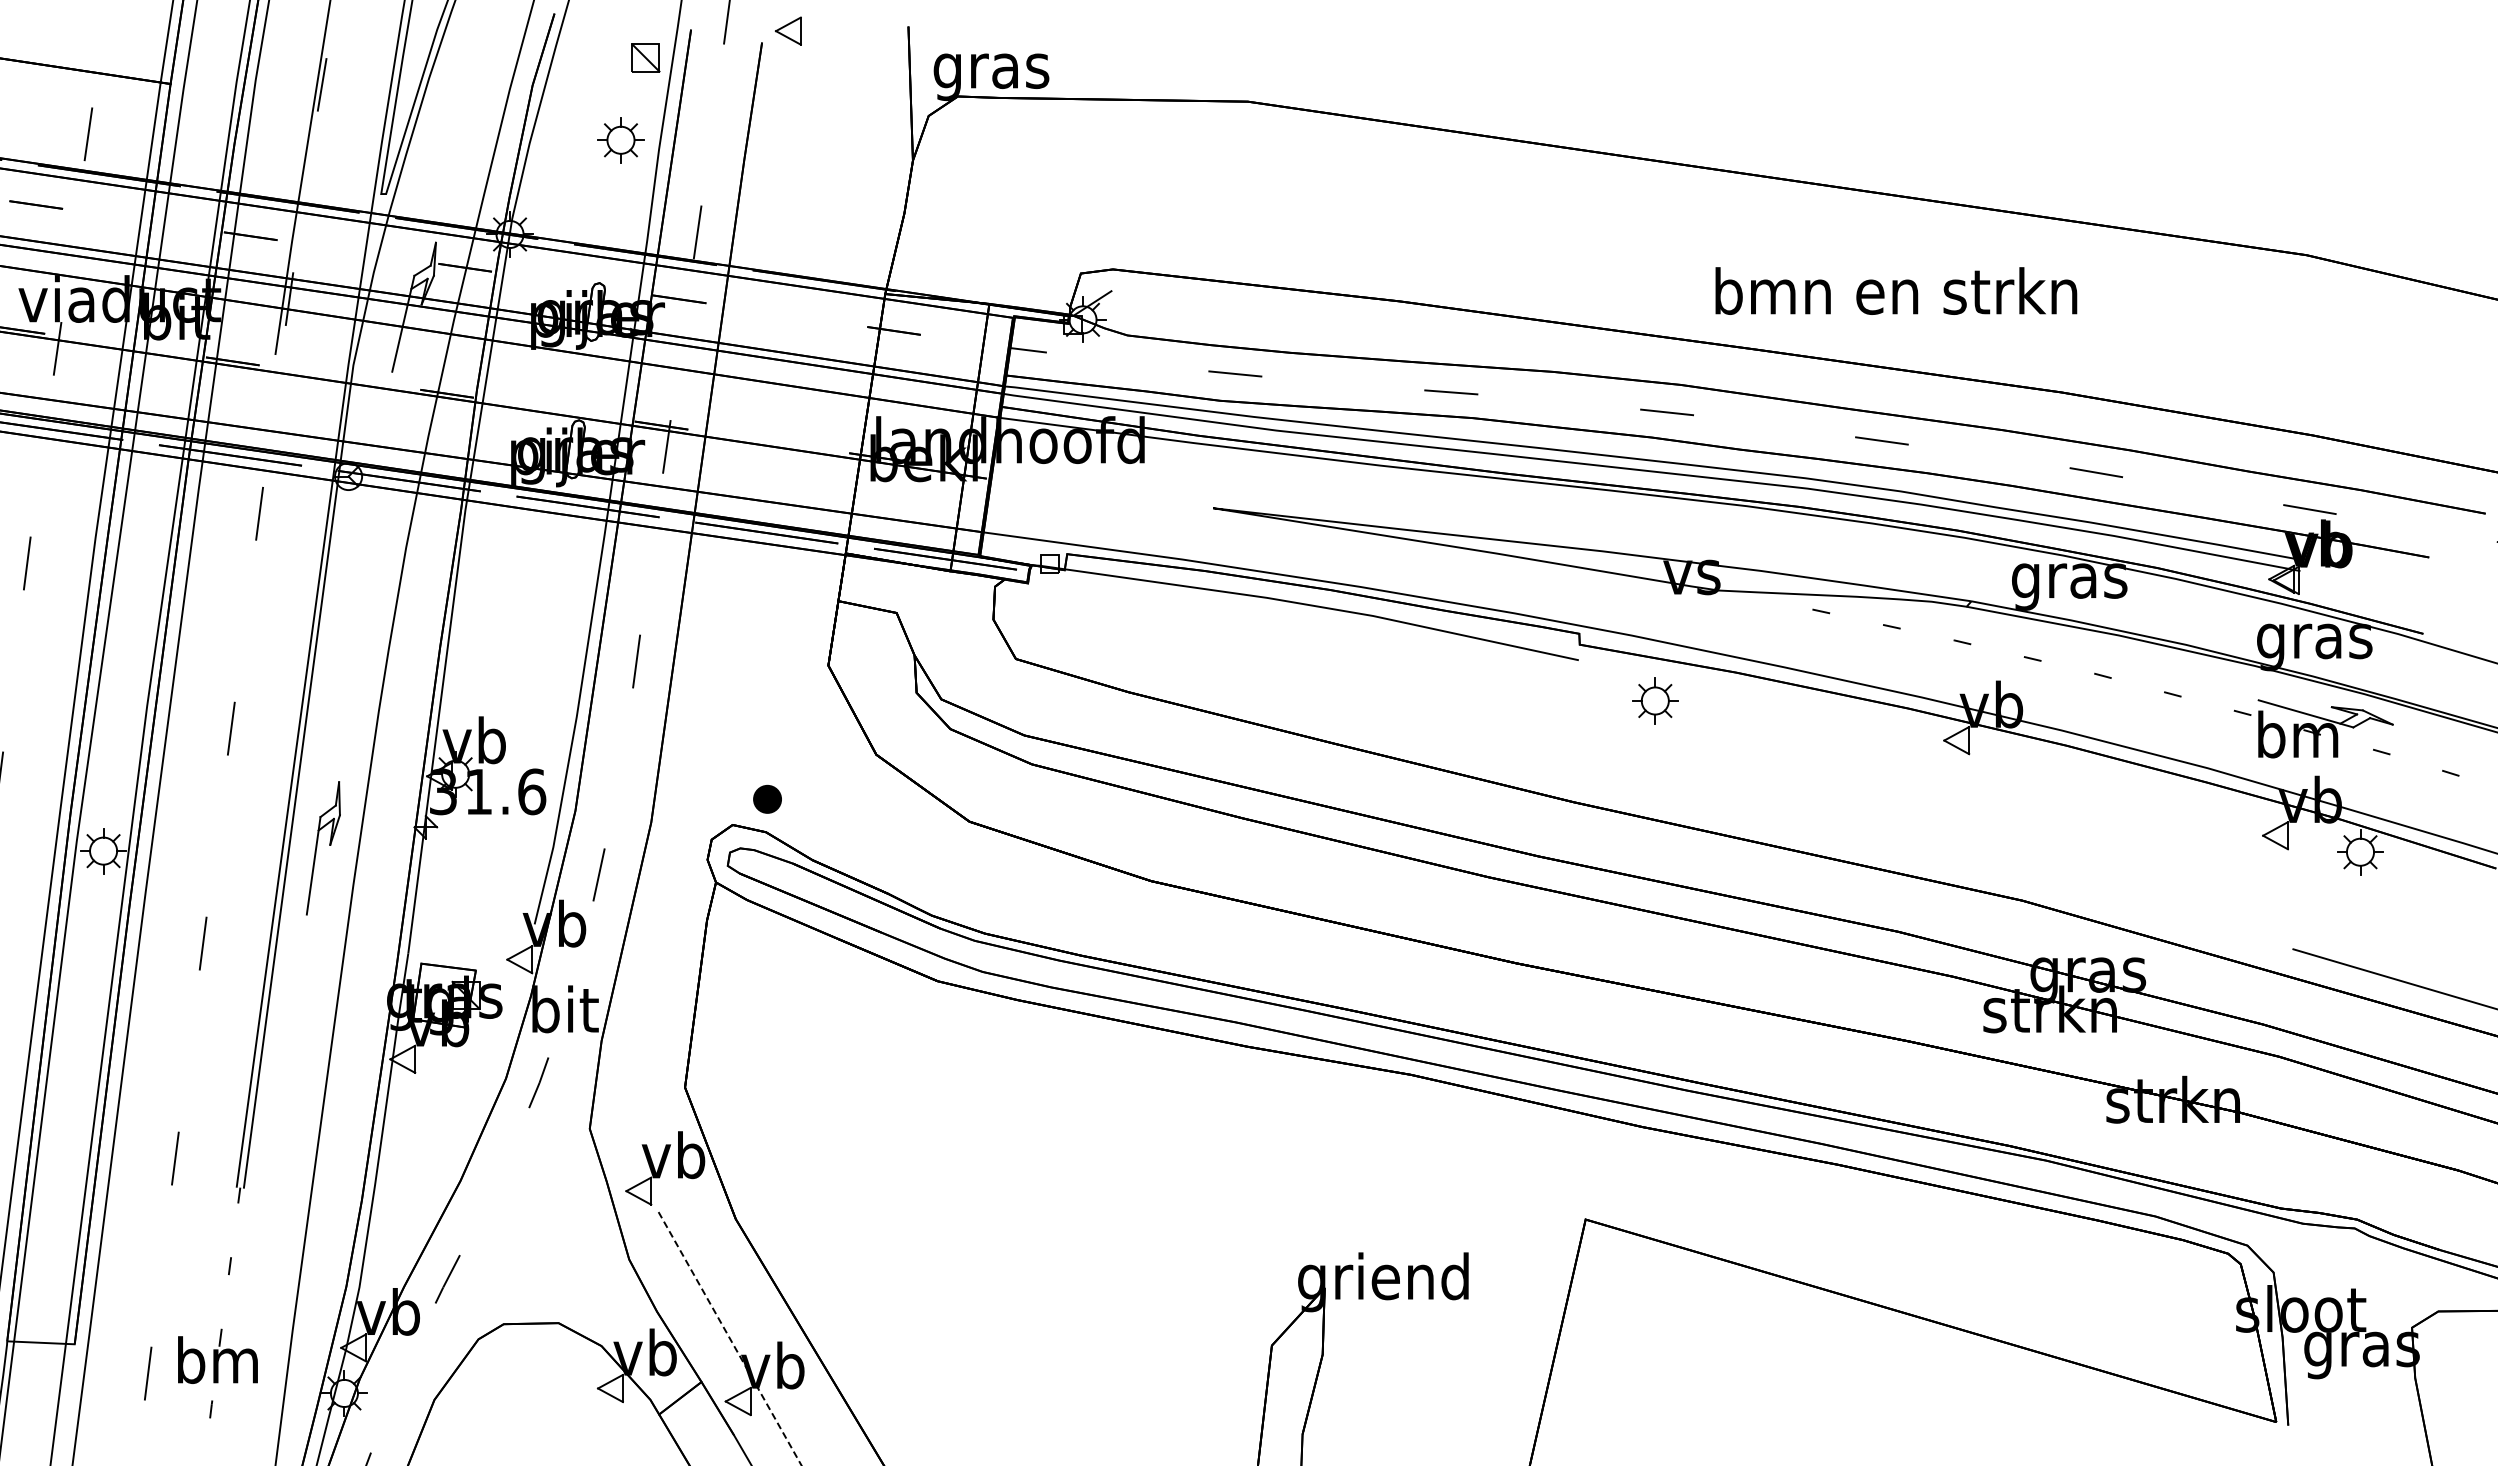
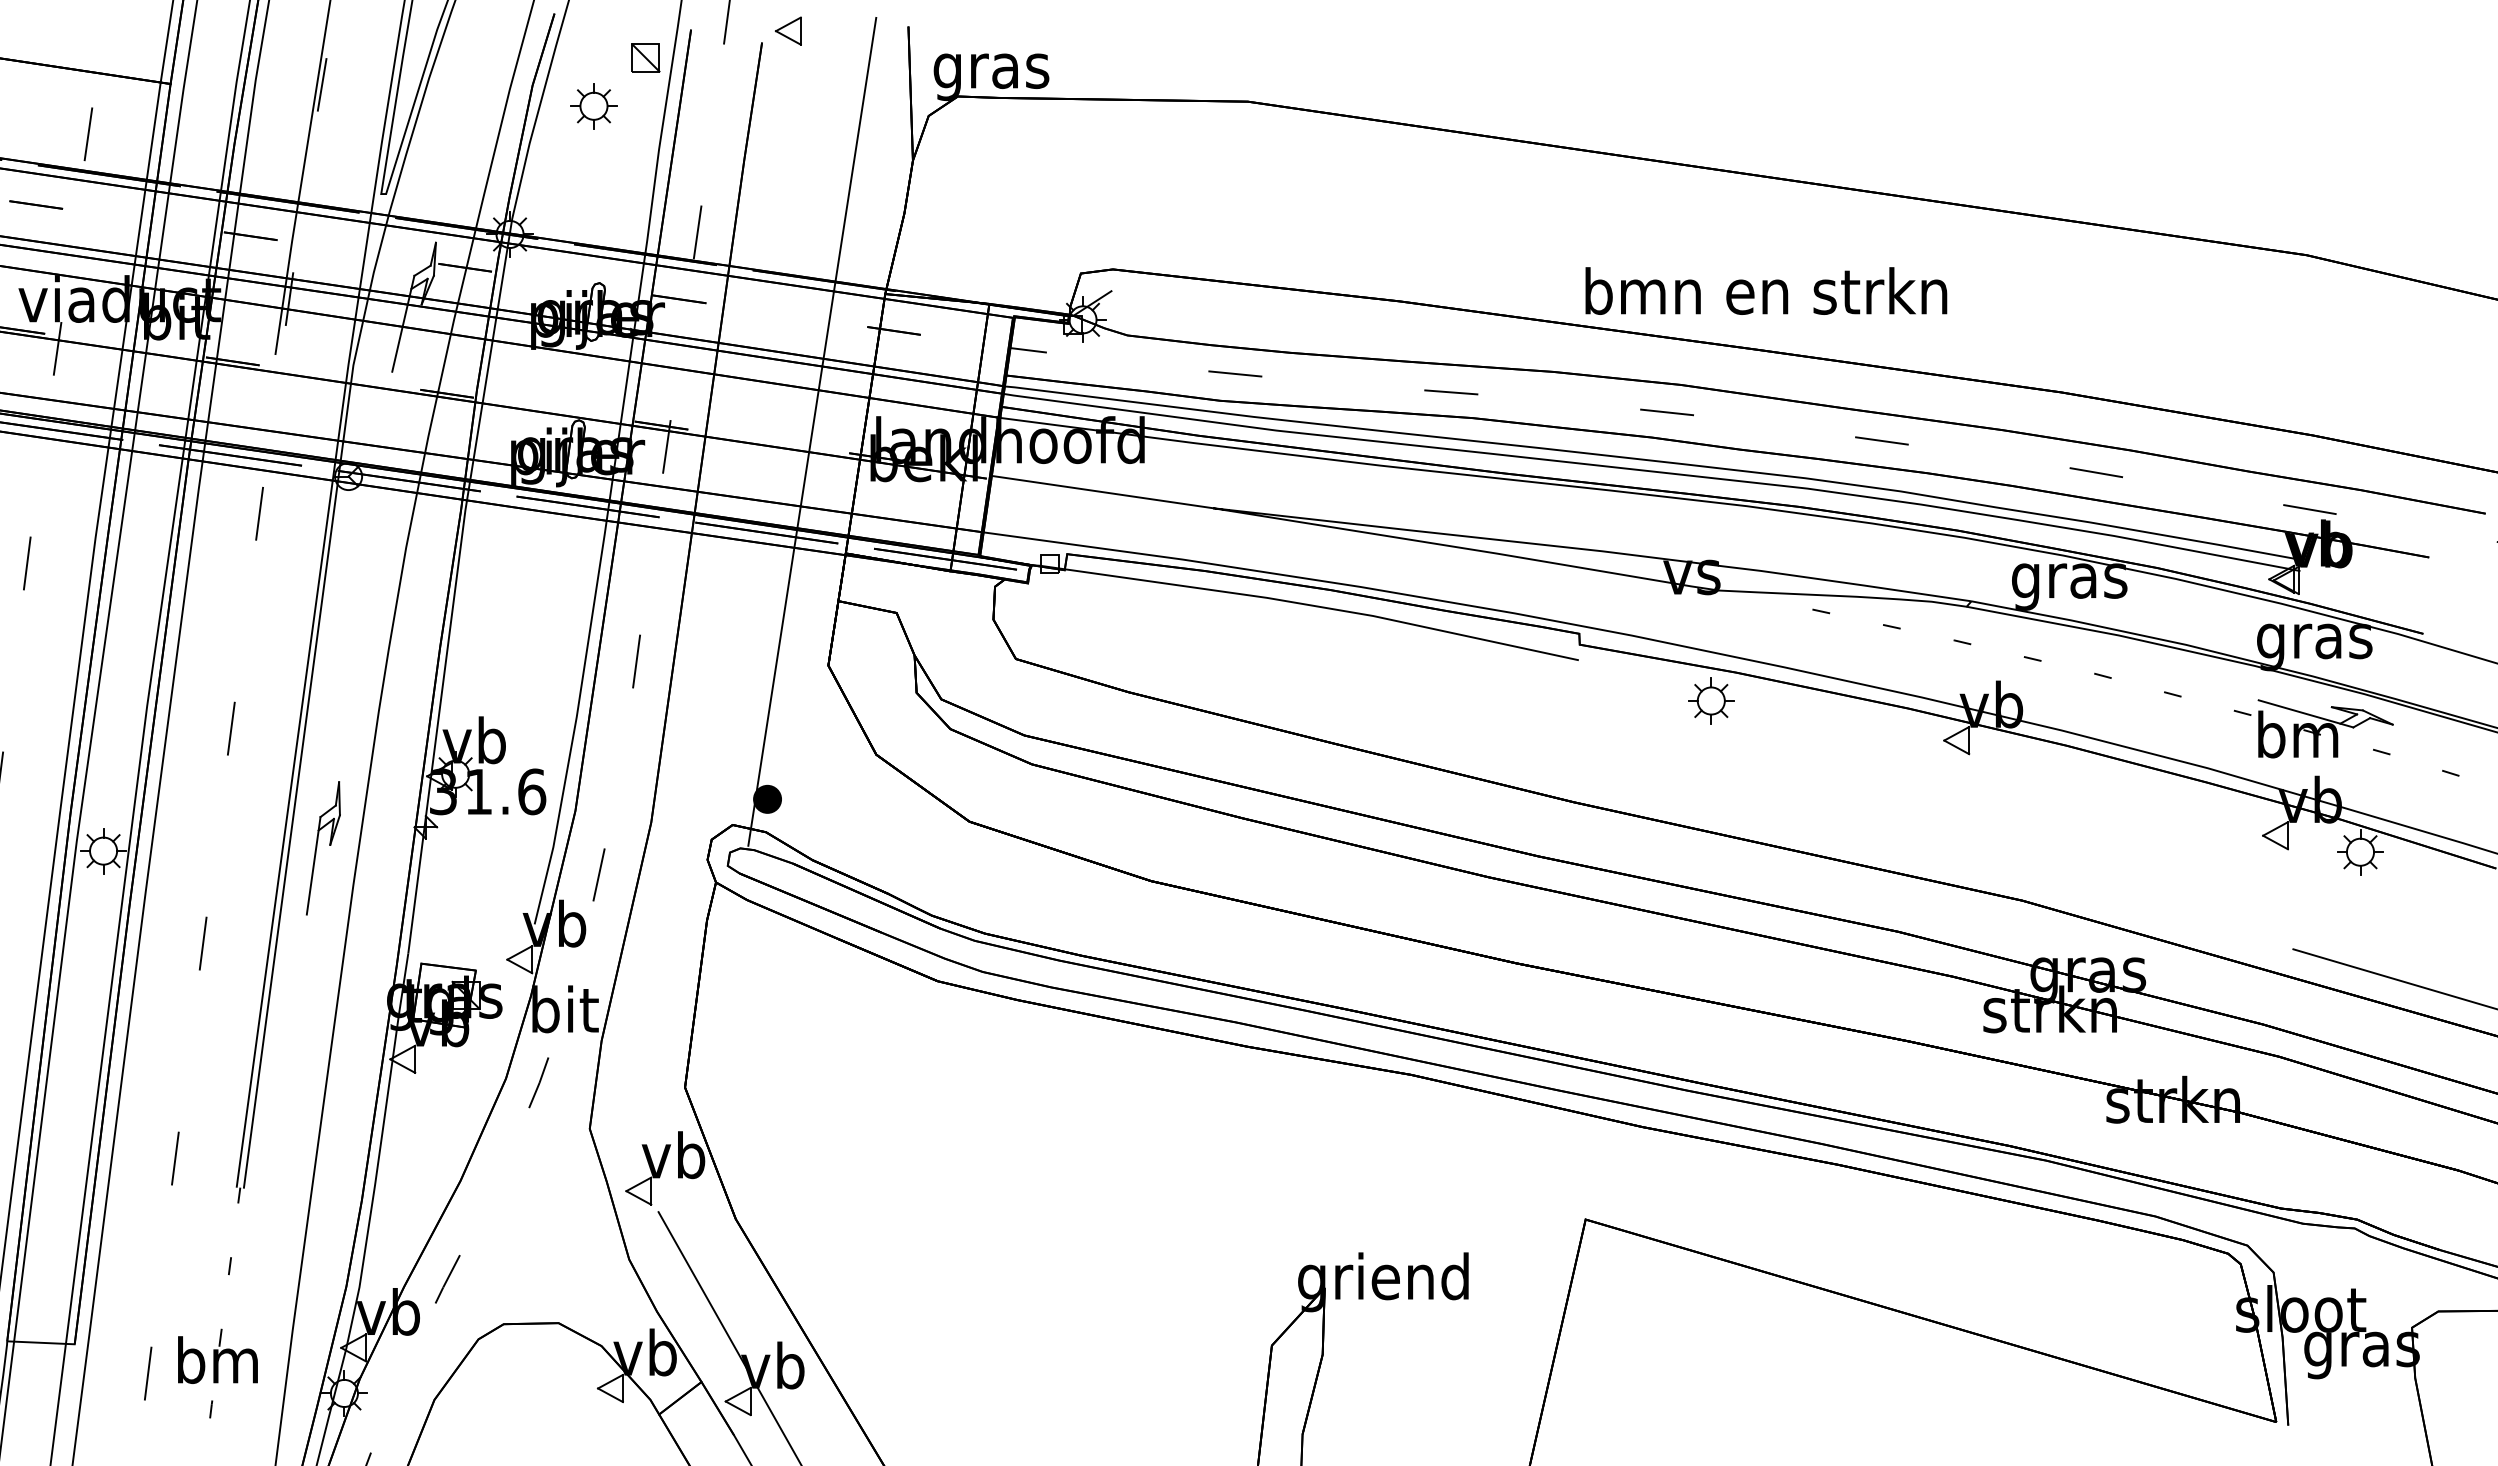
part at (620, 140) position: (620, 140) -> (593, 106)
text at (1896, 290) position: (1896, 290) -> (1766, 290)
line at (812, 431): none -> present
line at (1102, 491): none -> present
part at (1655, 700) position: (1655, 700) -> (1711, 700)
line at (730, 1339): dashed -> solid
